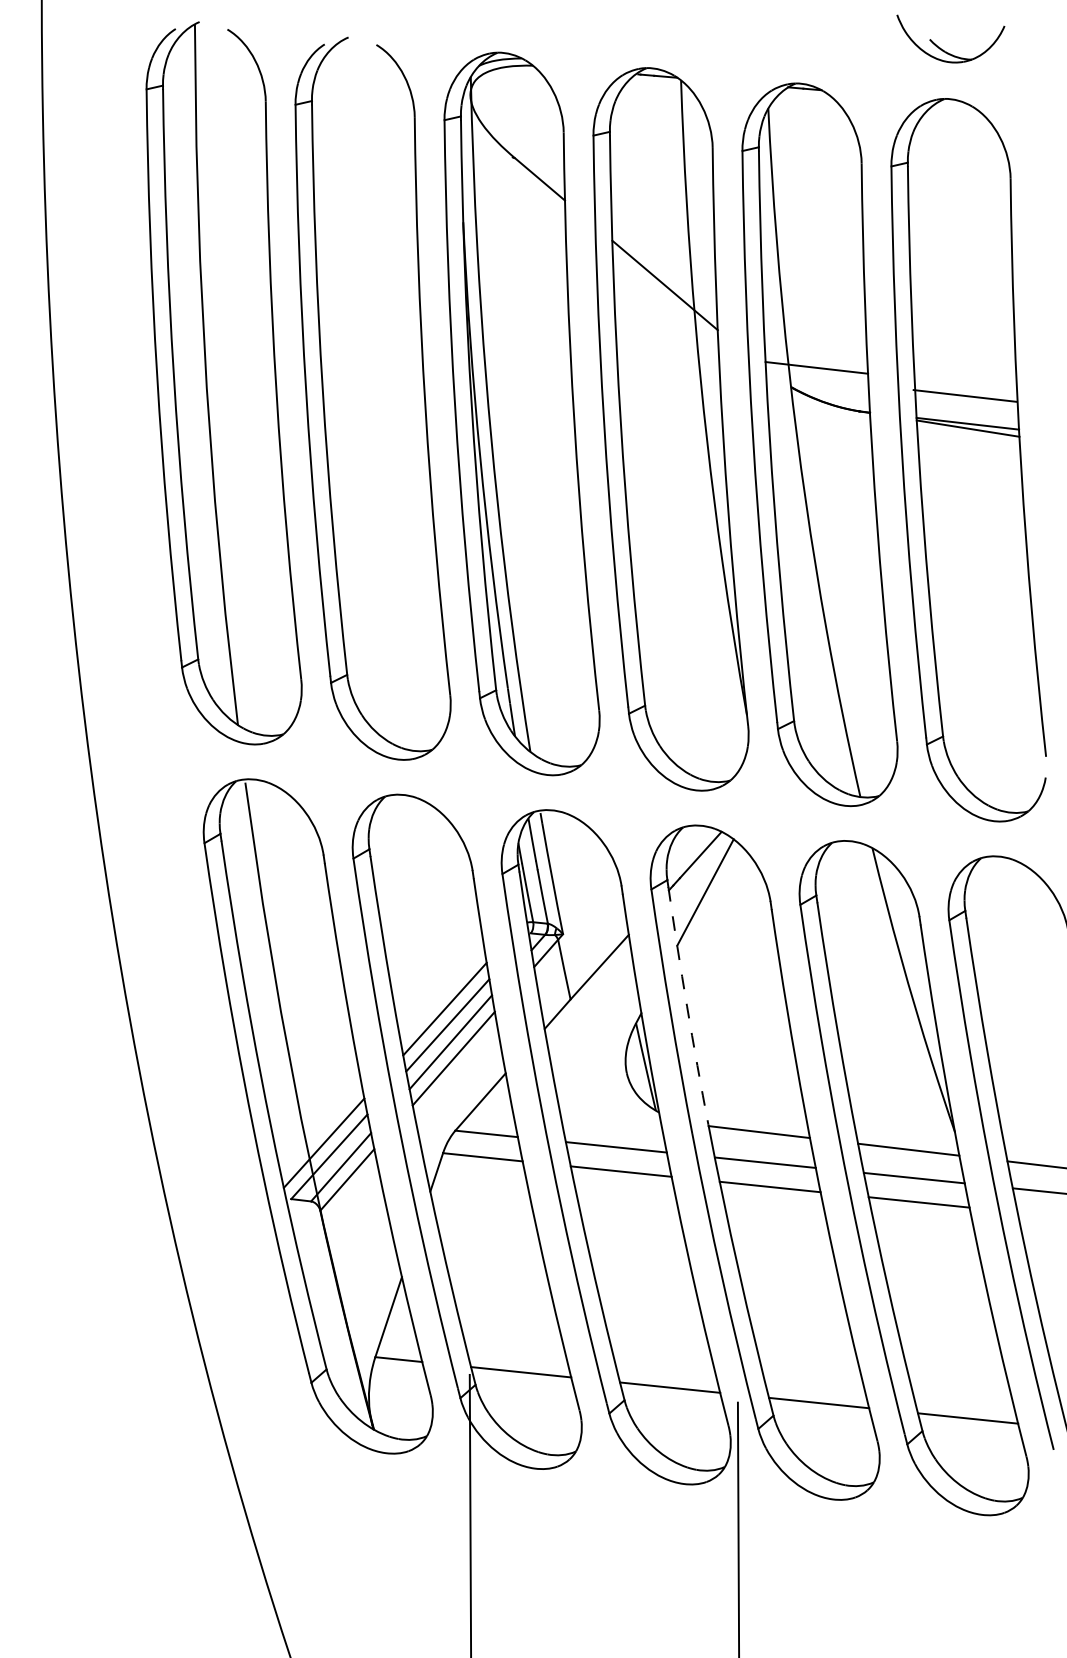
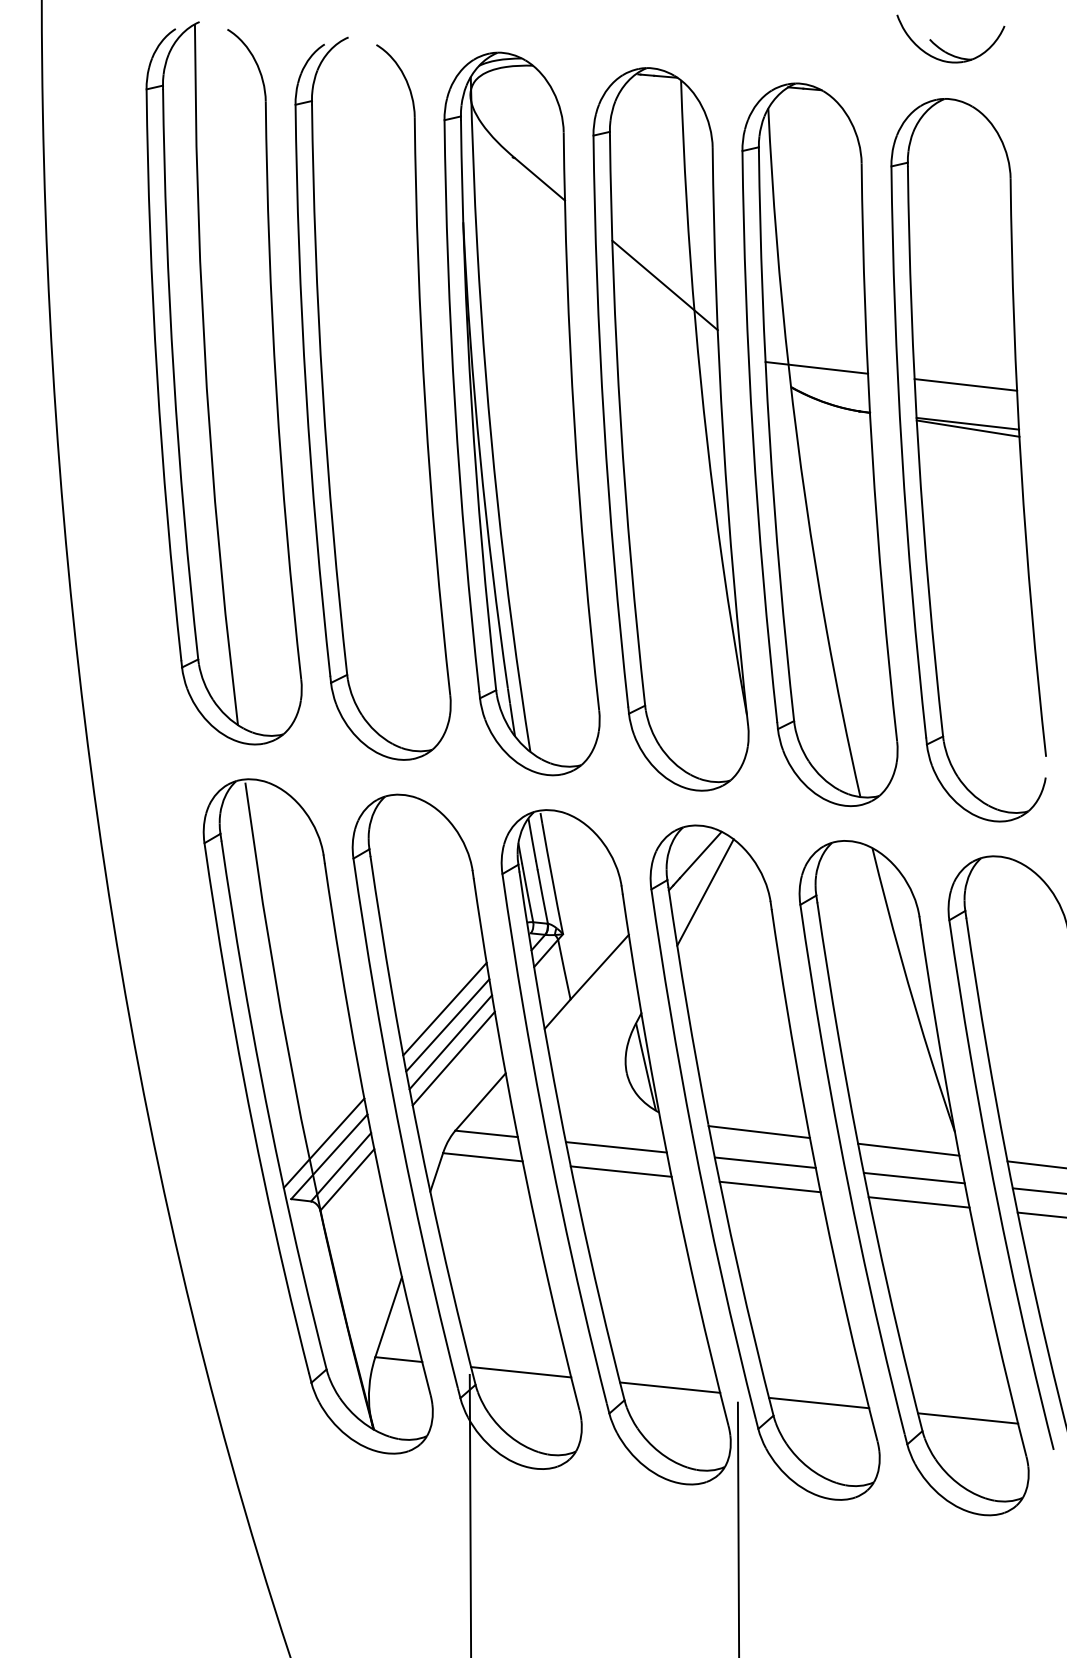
line at (964, 395) position: (964, 395) -> (965, 384)
arc at (687, 1006): dashed -> solid
line at (1040, 1214): none -> present
